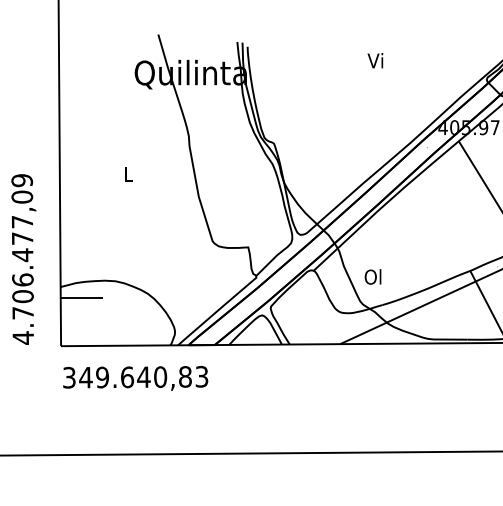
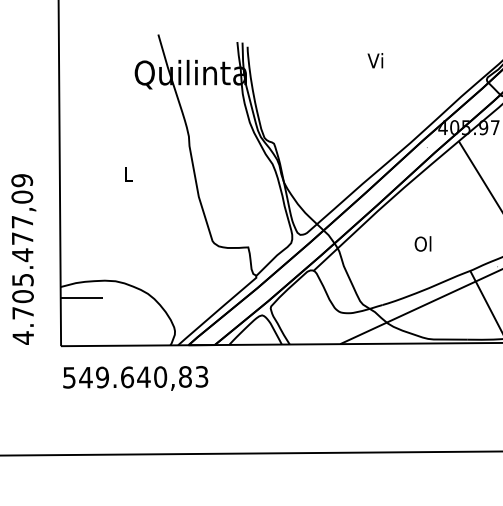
text at (372, 276) position: (372, 276) -> (422, 243)
text at (22, 279): 4.706.477,09 -> 4.705.477,09
text at (69, 376): 349.640,83 -> 549.640,83
